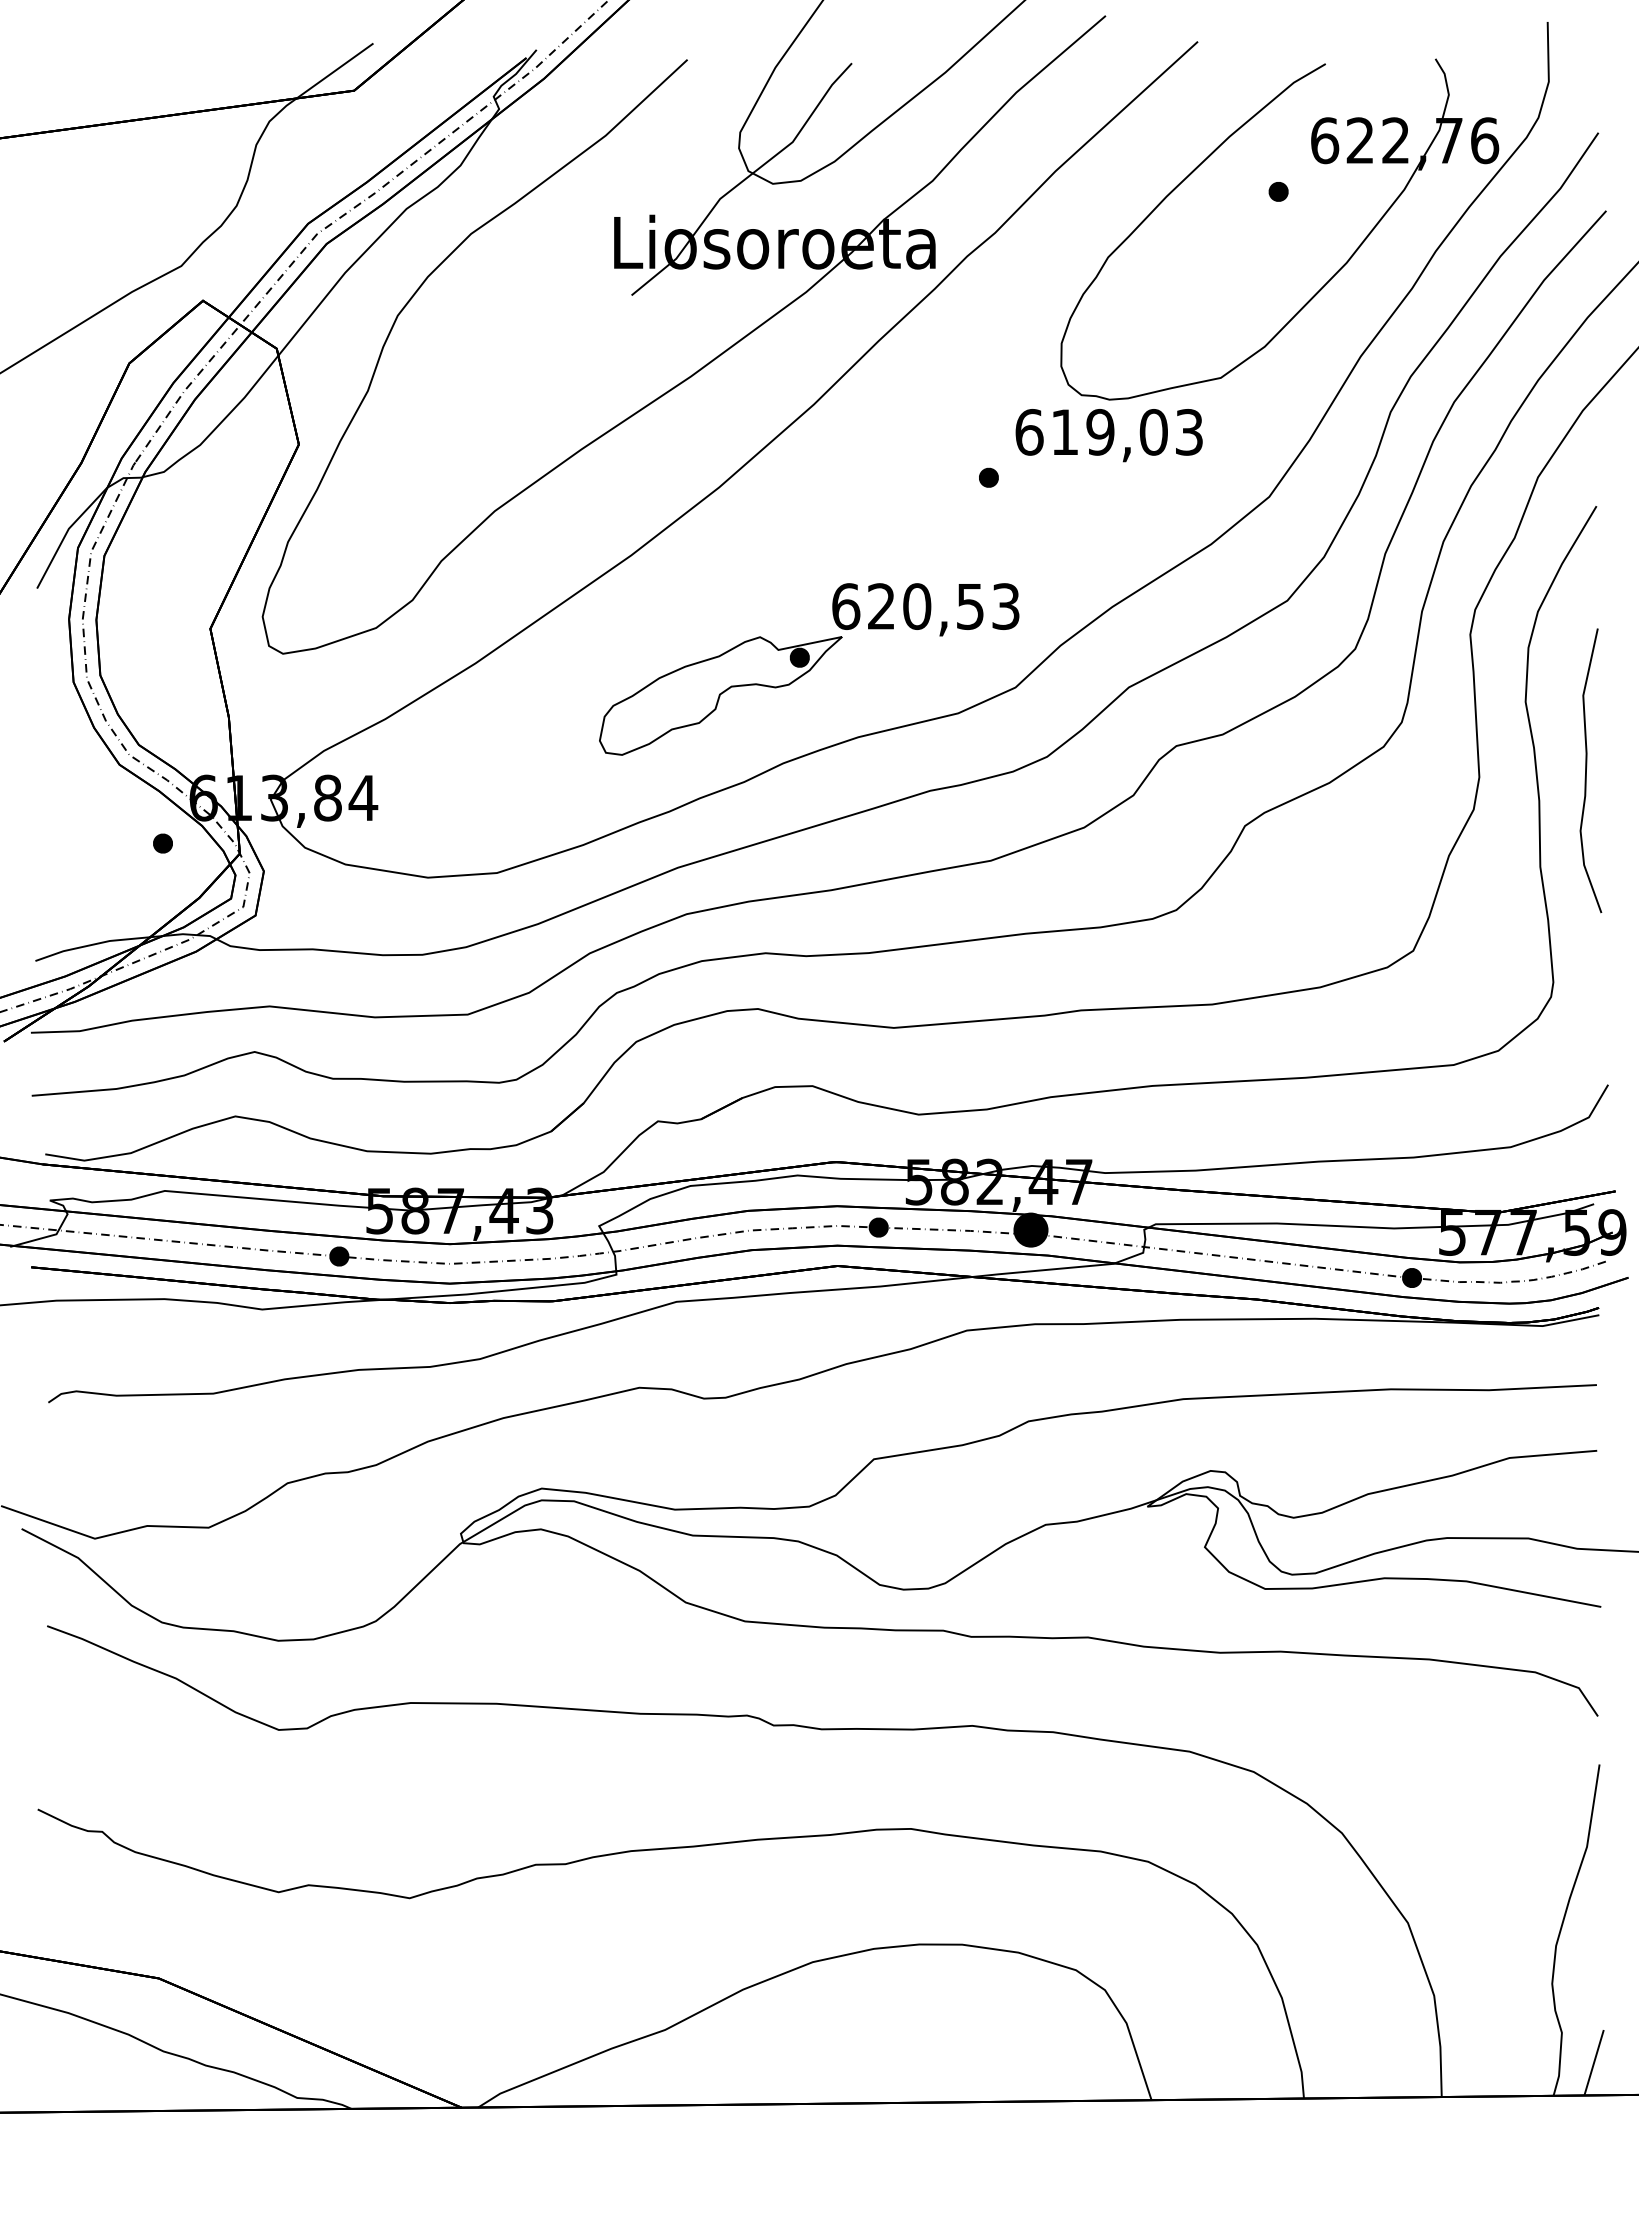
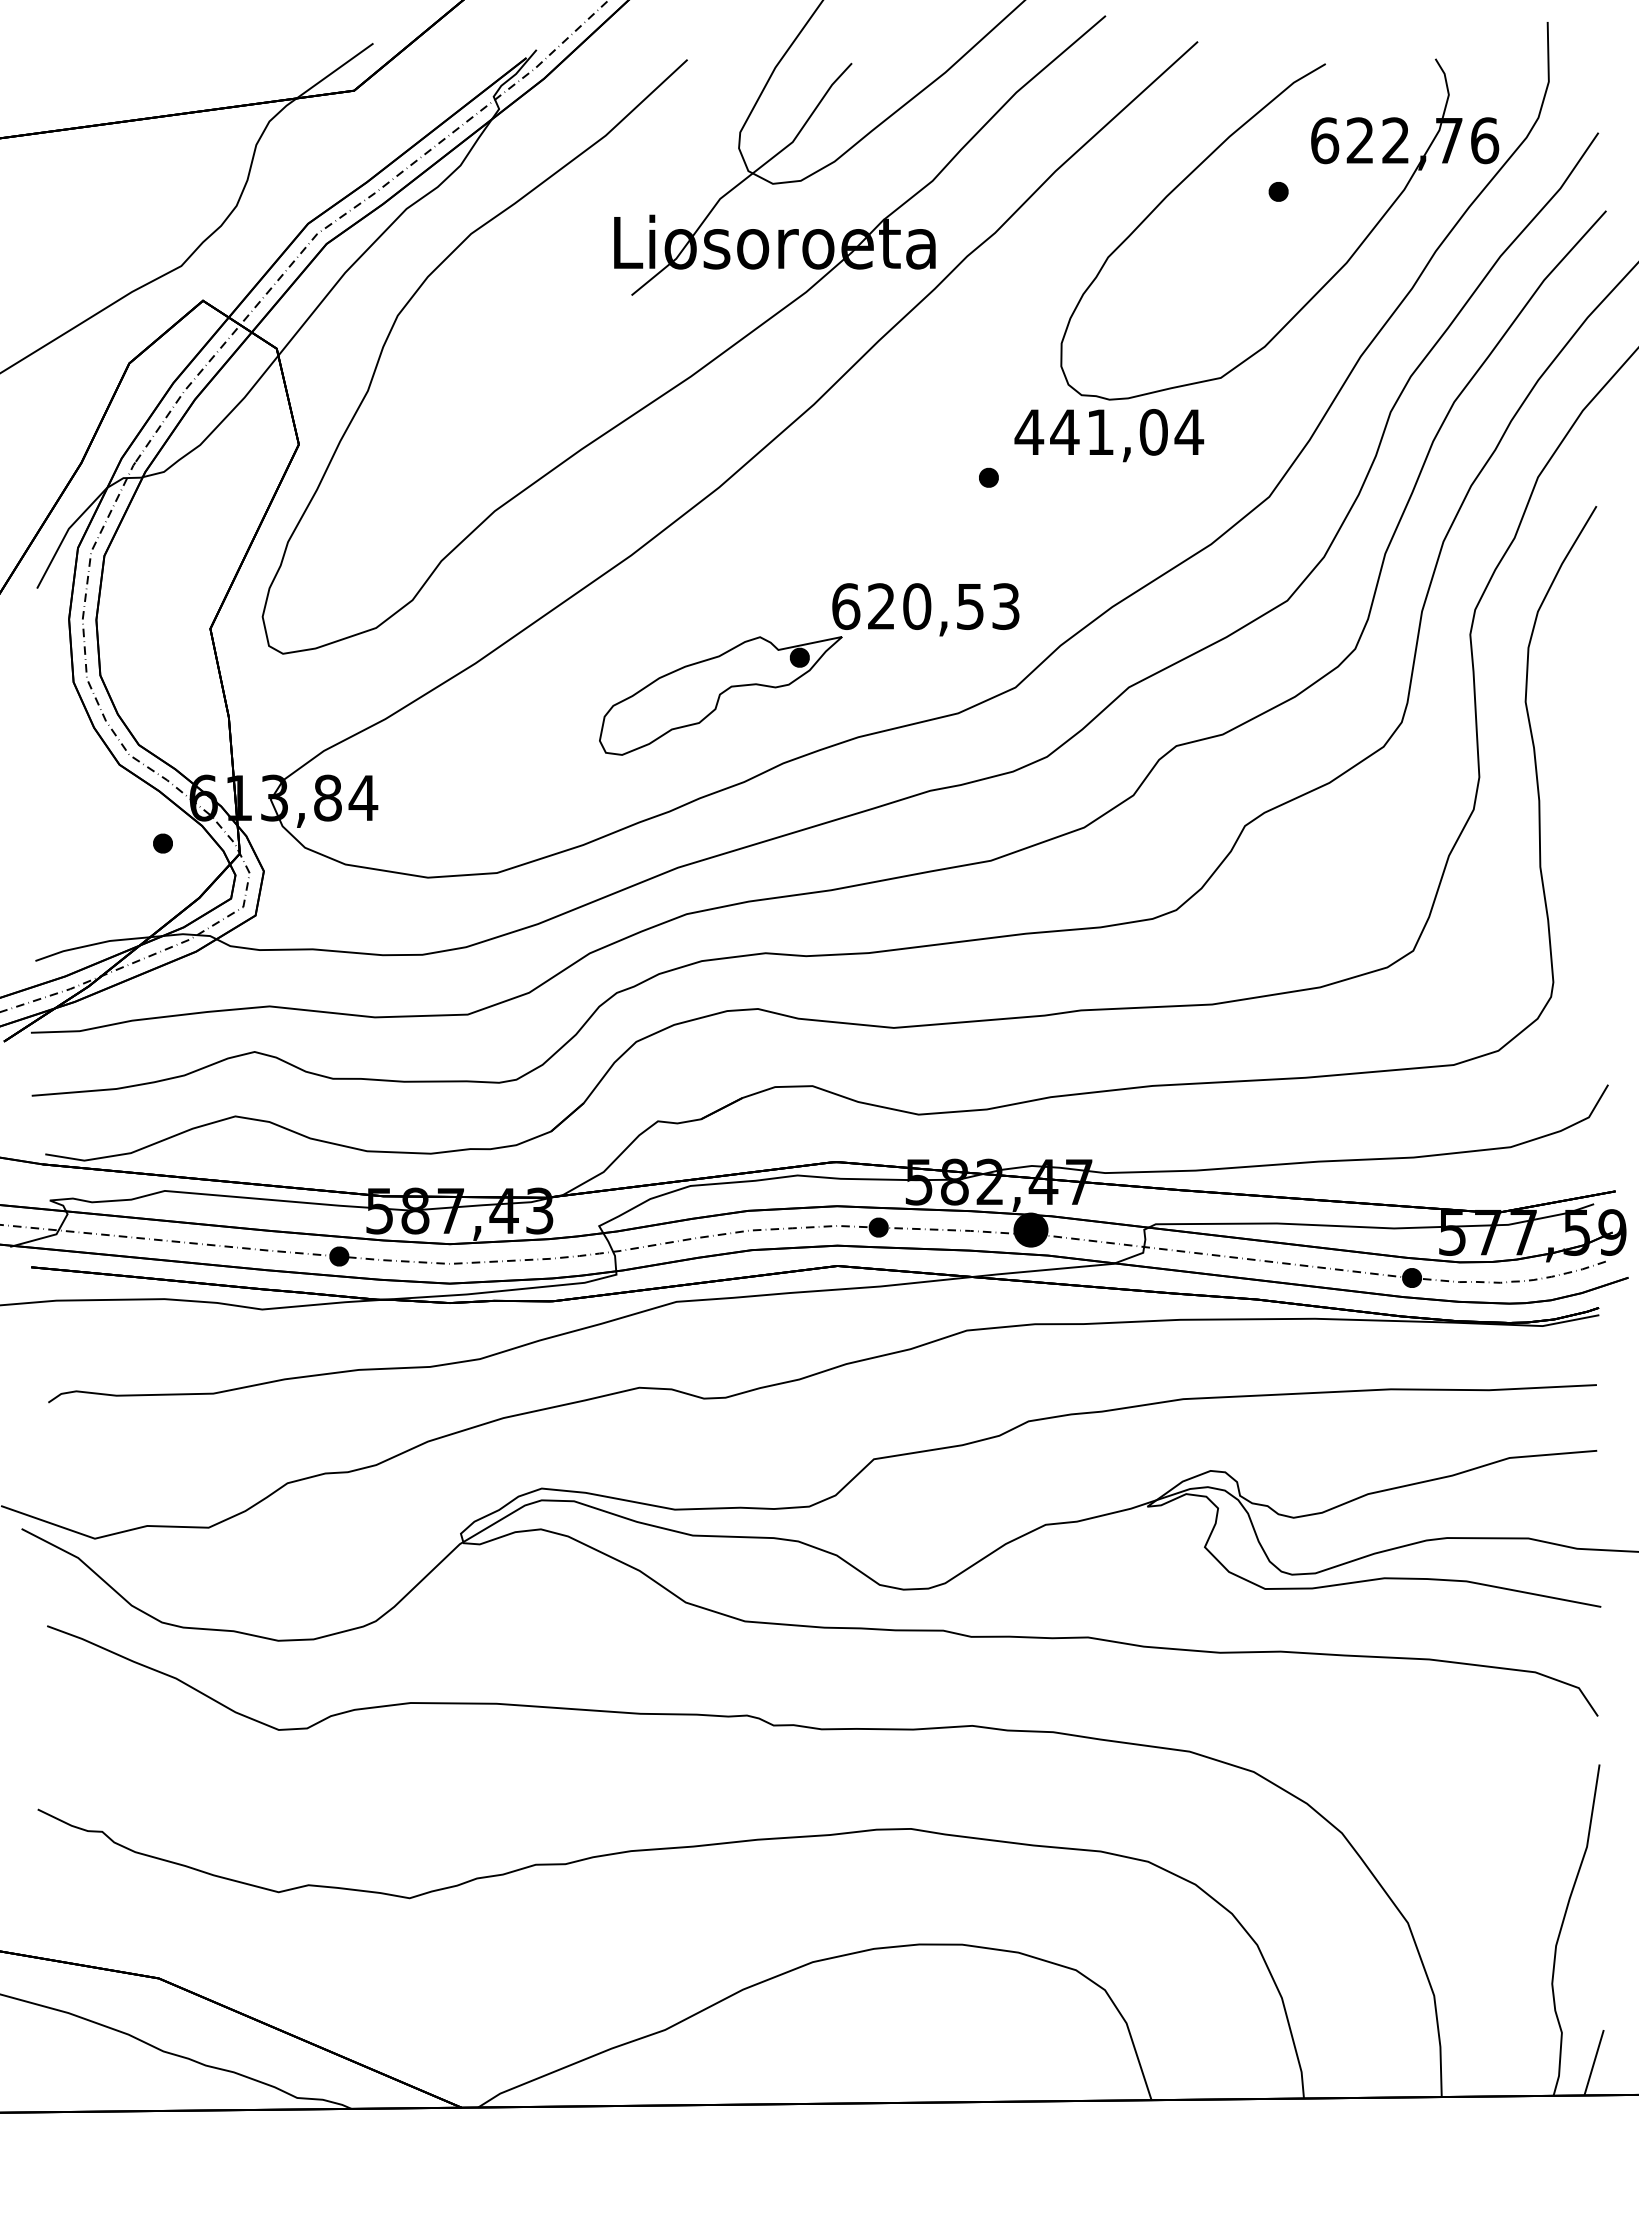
text at (1109, 432): 619,03 -> 441,04
curve at (1586, 770): present -> none
